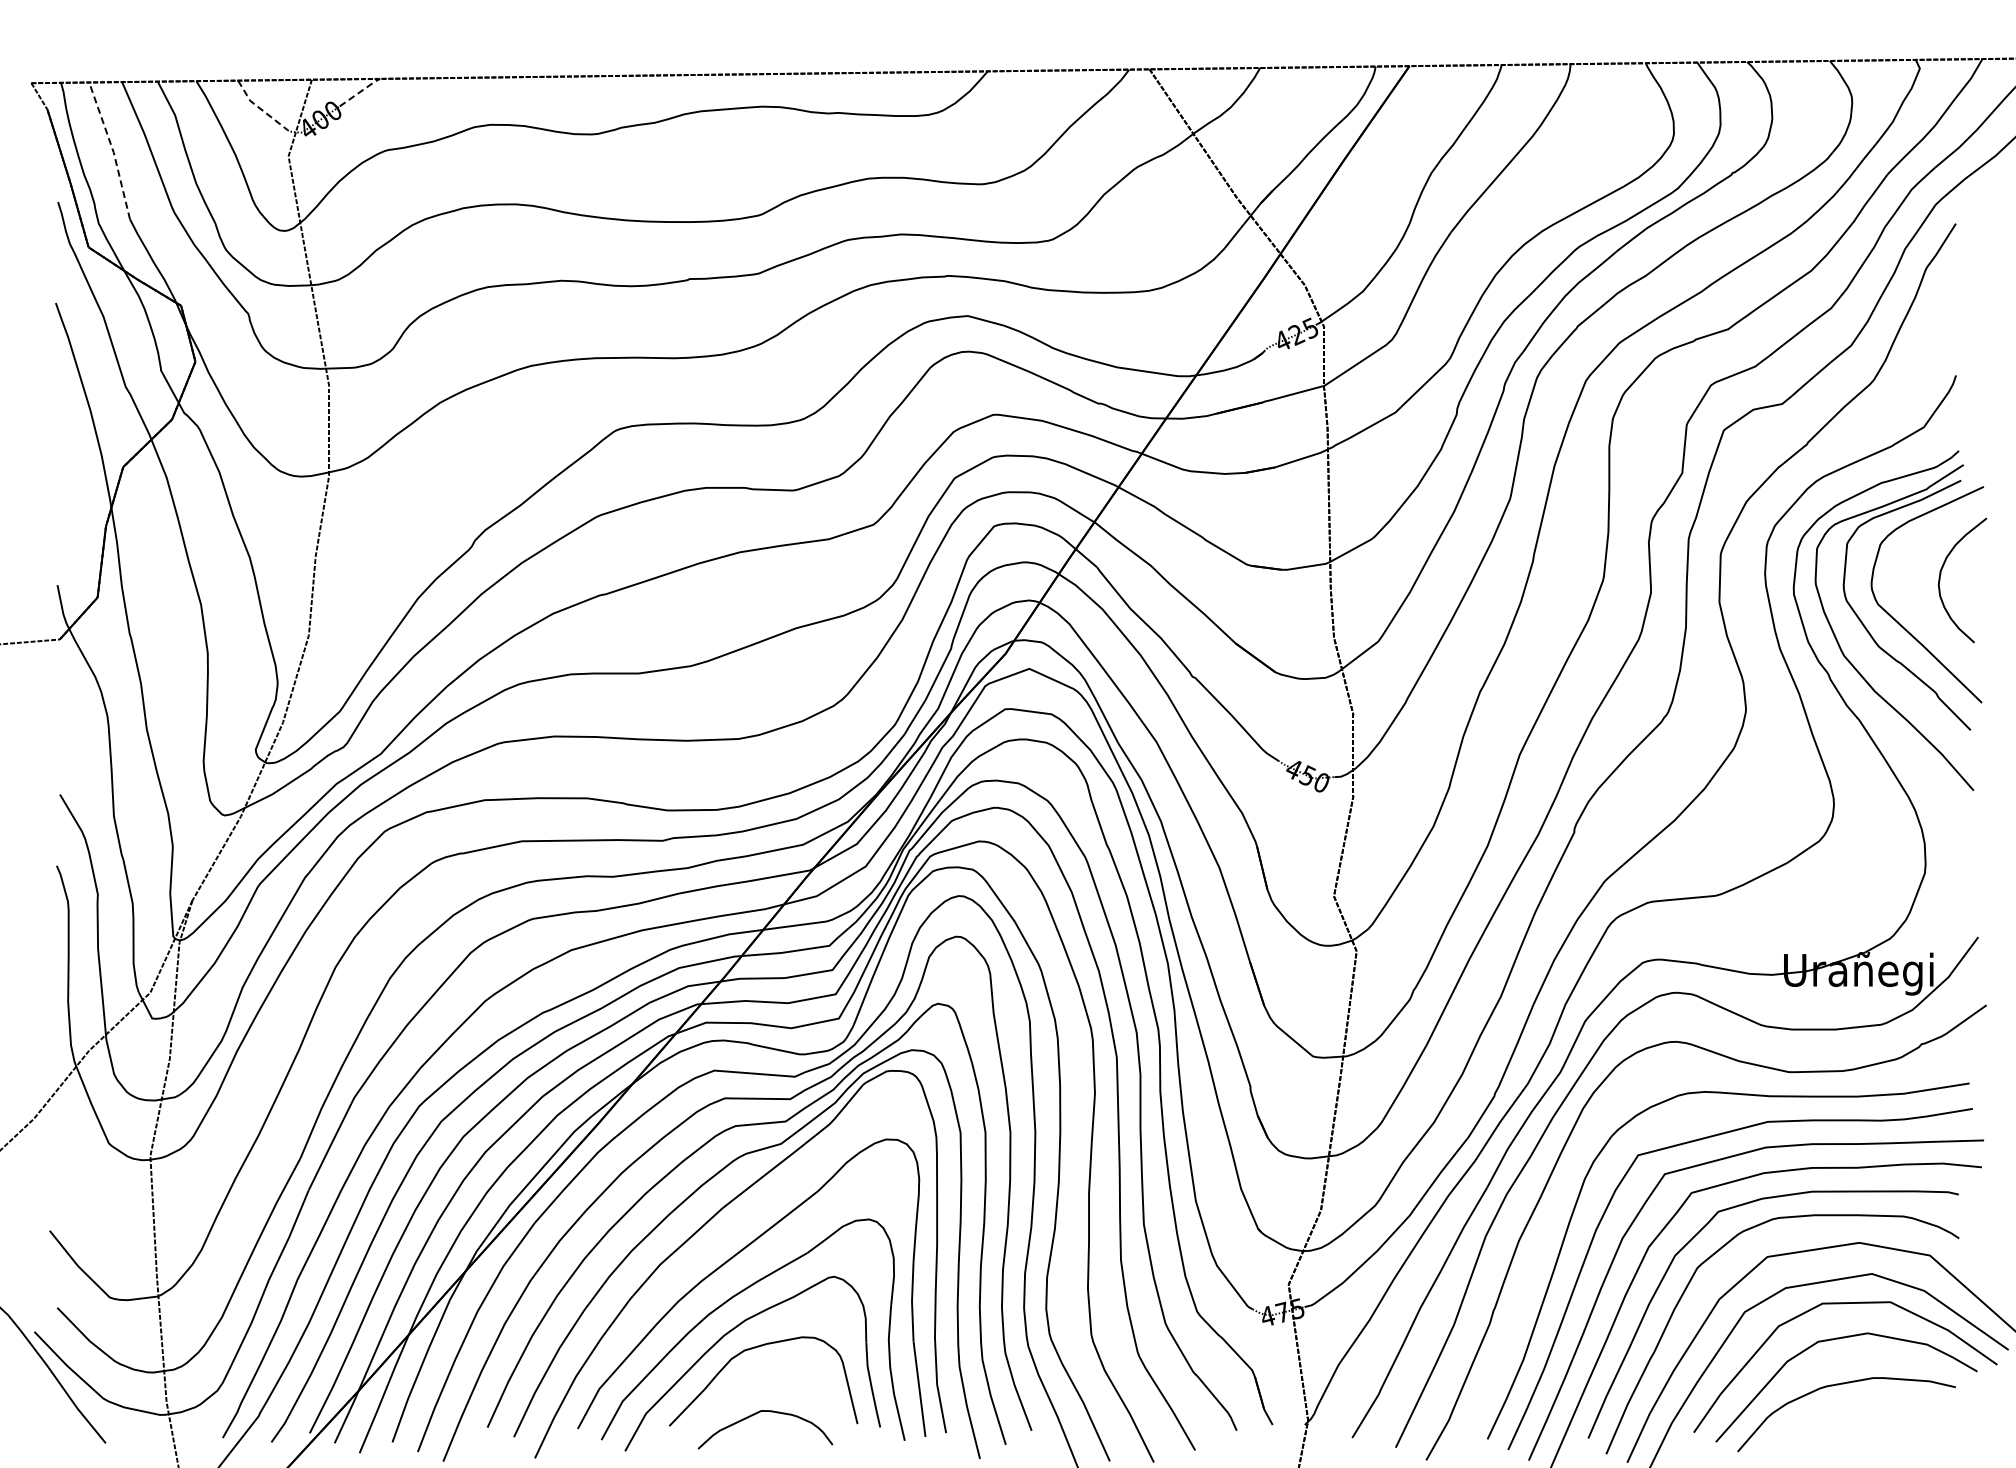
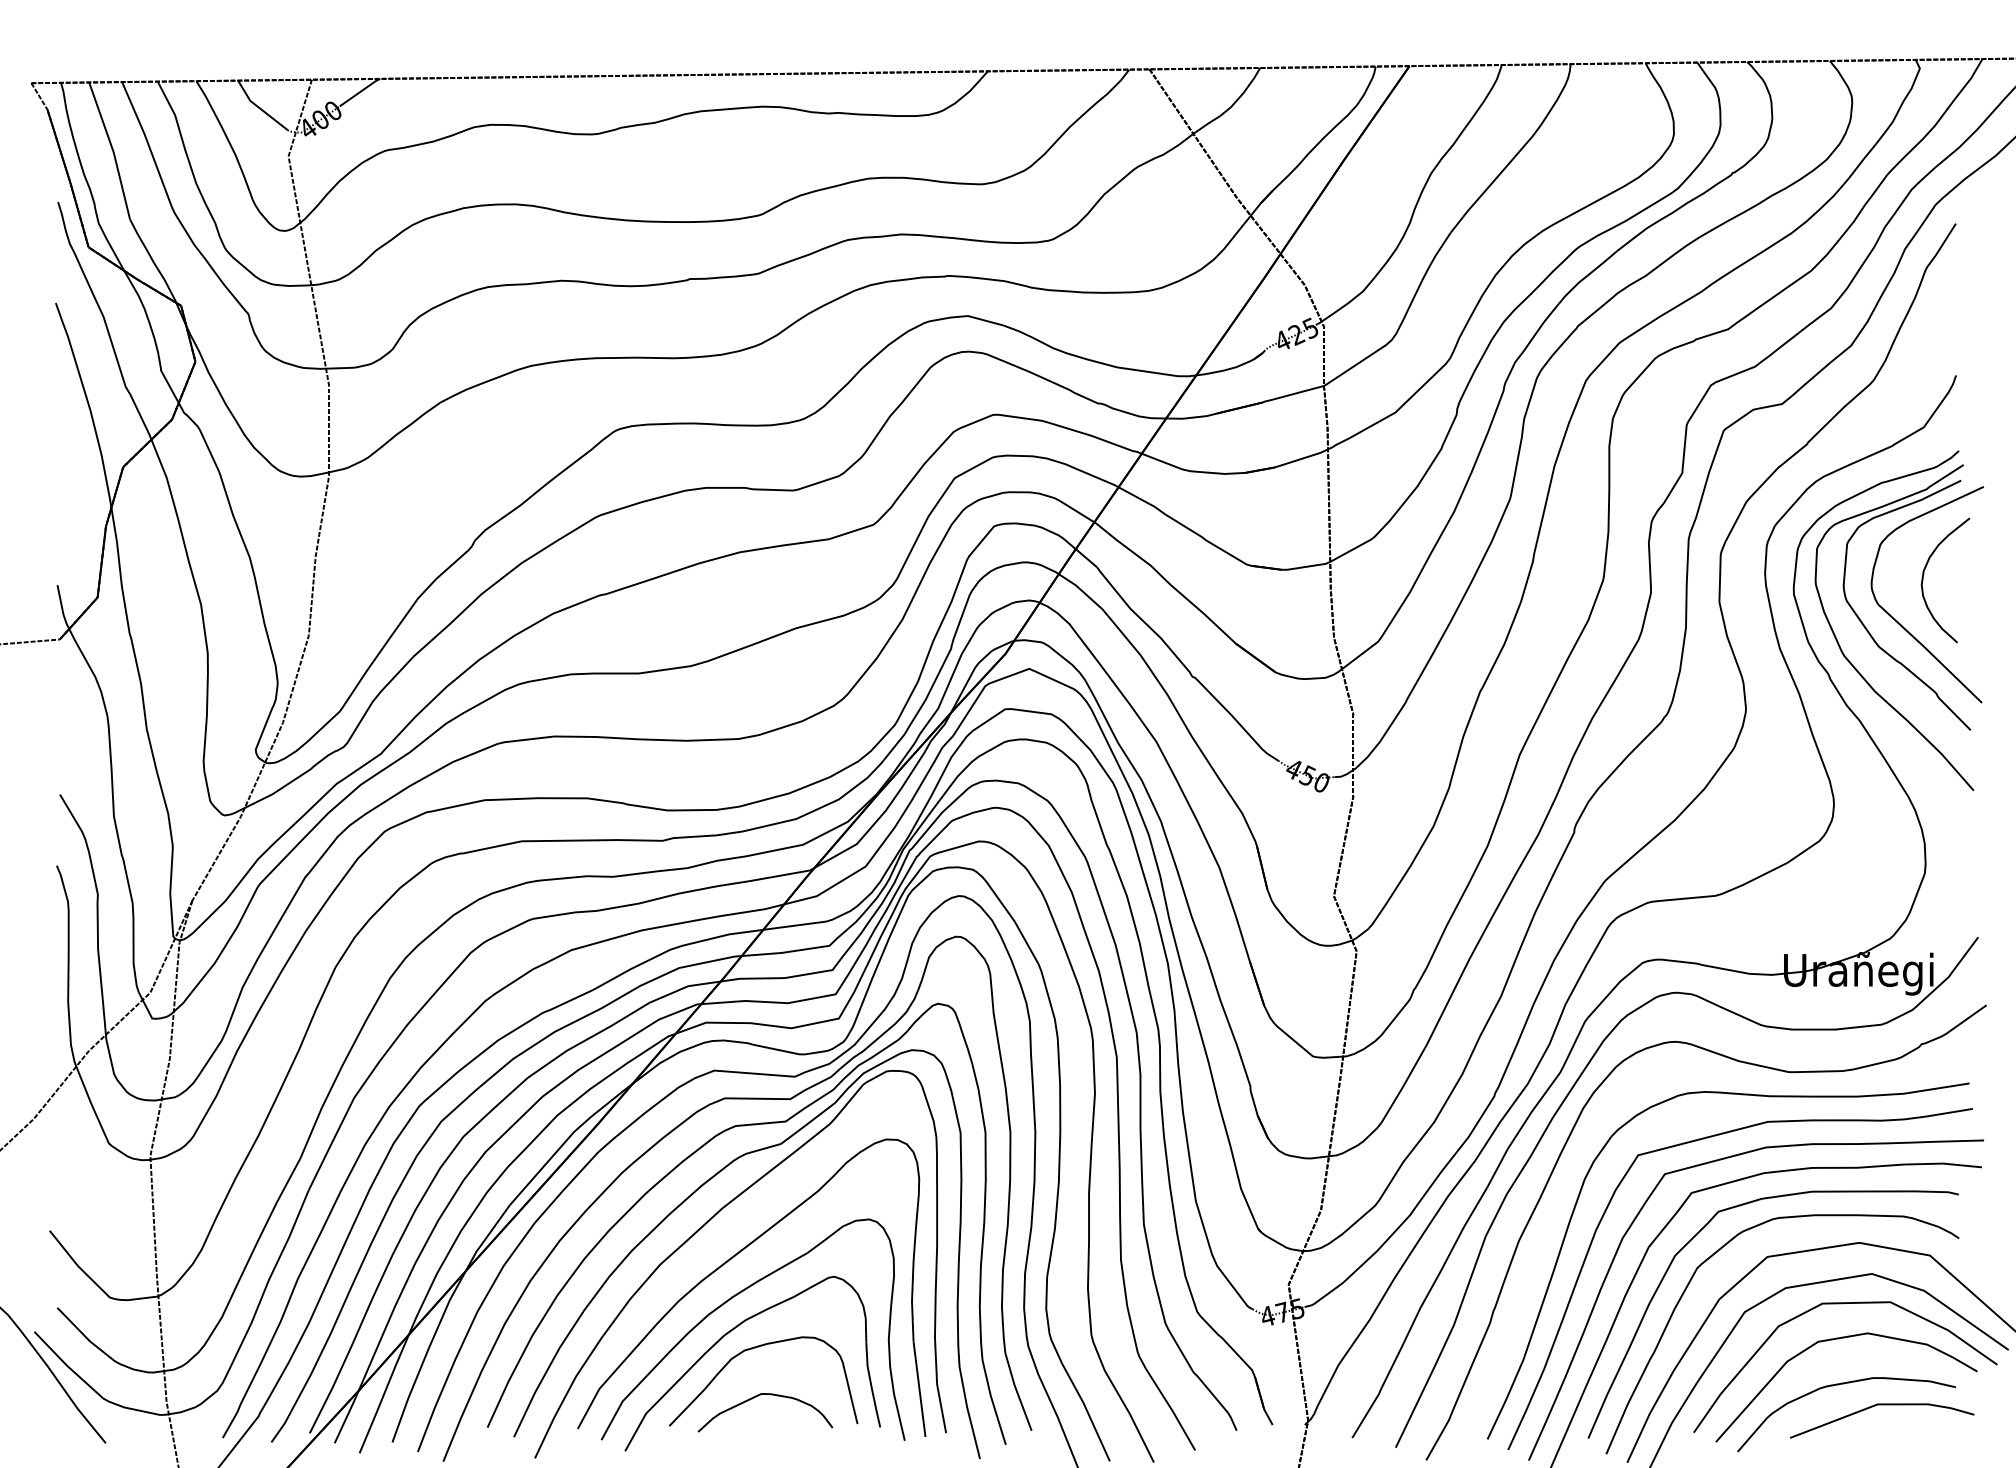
line at (360, 91): dashed -> solid
line at (258, 107): dashed -> solid
line at (113, 150): dashed -> solid
curve at (1941, 574) position: (1941, 574) -> (1924, 574)
line at (1882, 1405): none -> present
curve at (758, 1413) position: (758, 1413) -> (758, 1396)
